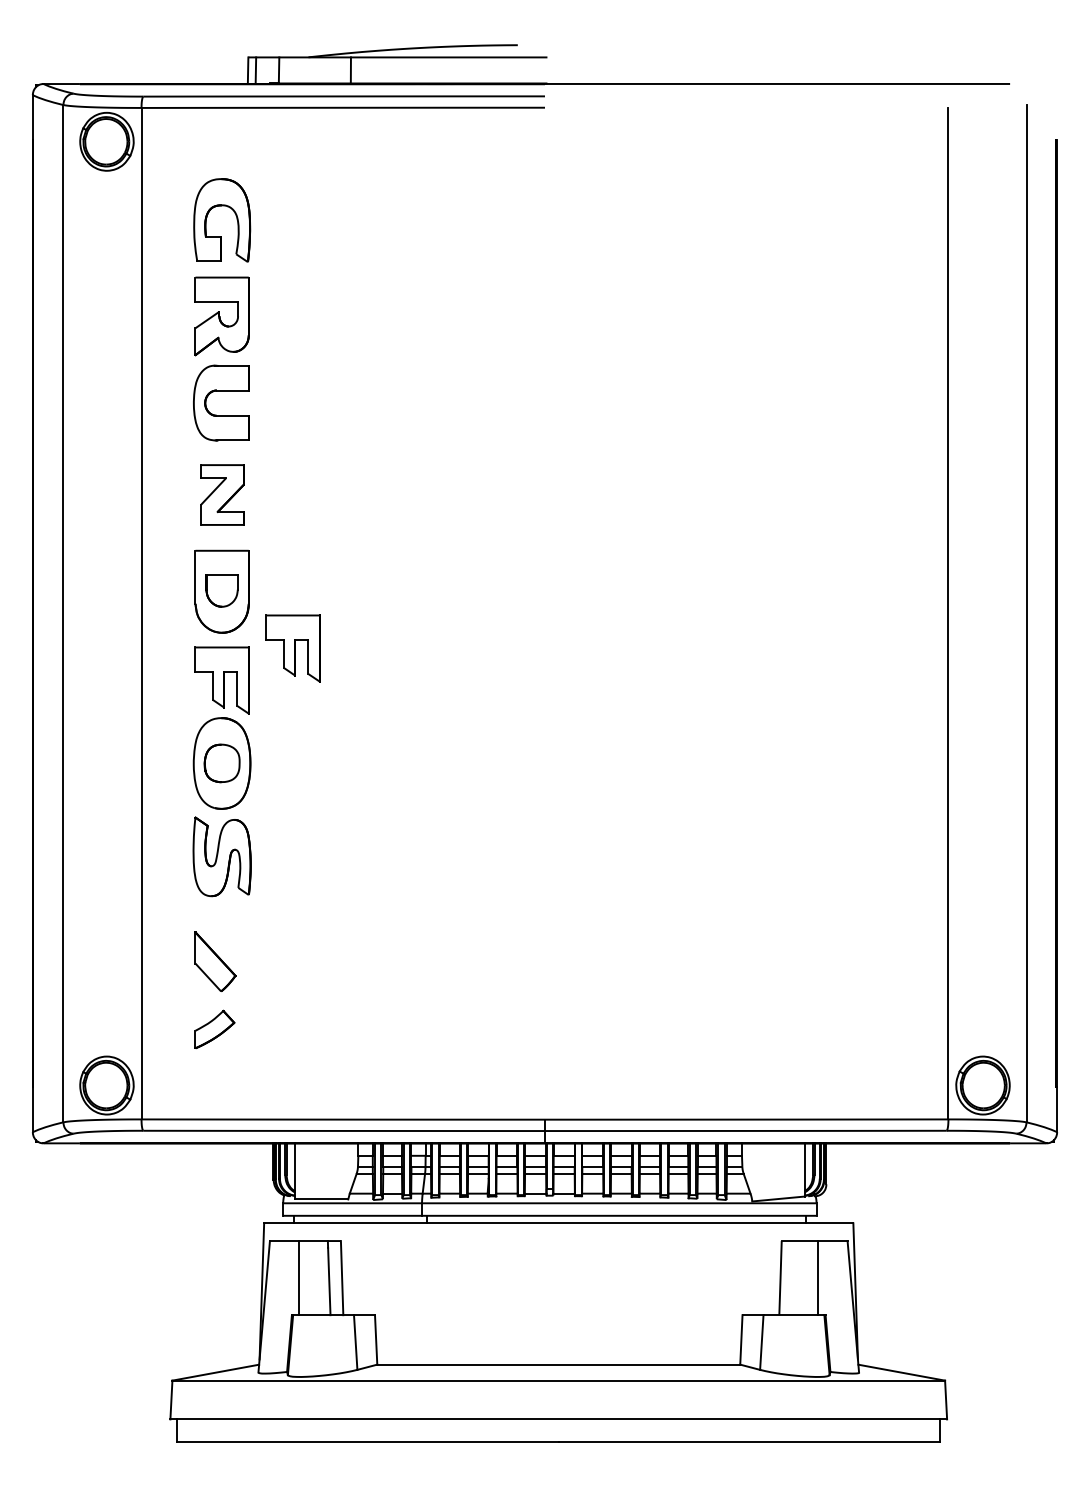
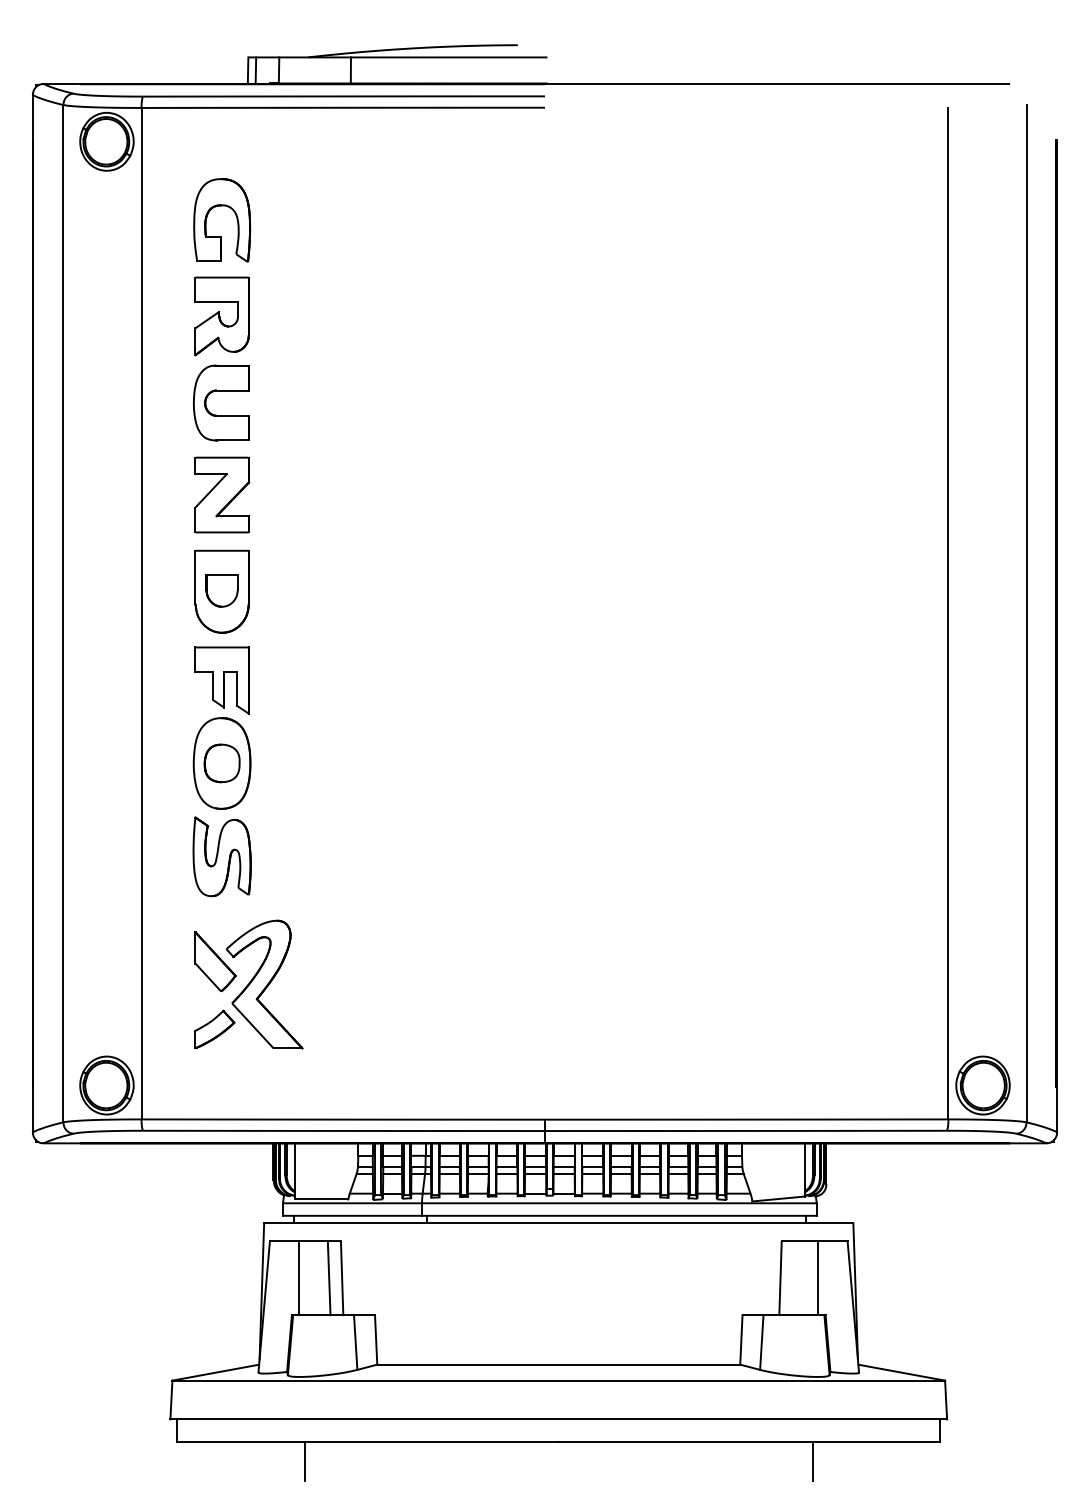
part at (222, 494) size: 45x62 px -> 57x78 px
part at (292, 648): present -> none
part at (264, 984): none -> present
line at (304, 1461): none -> present
line at (812, 1461): none -> present
